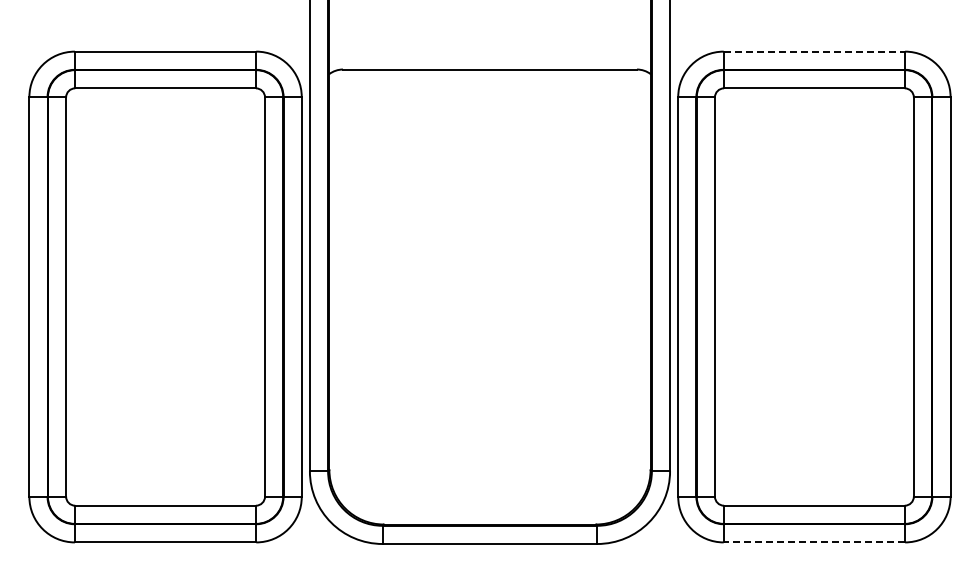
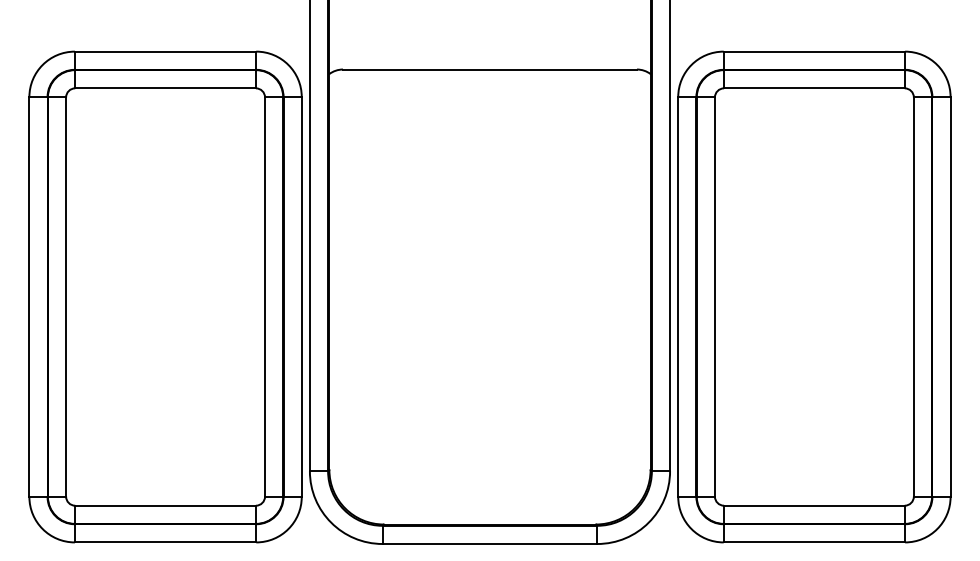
line at (814, 51): dashed -> solid
line at (814, 542): dashed -> solid
